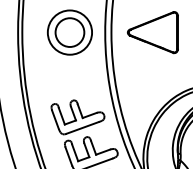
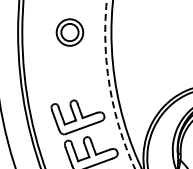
part at (69, 32) size: 46x47 px -> 30x29 px
part at (152, 32): present -> none
arc at (109, 86): solid -> dashed
